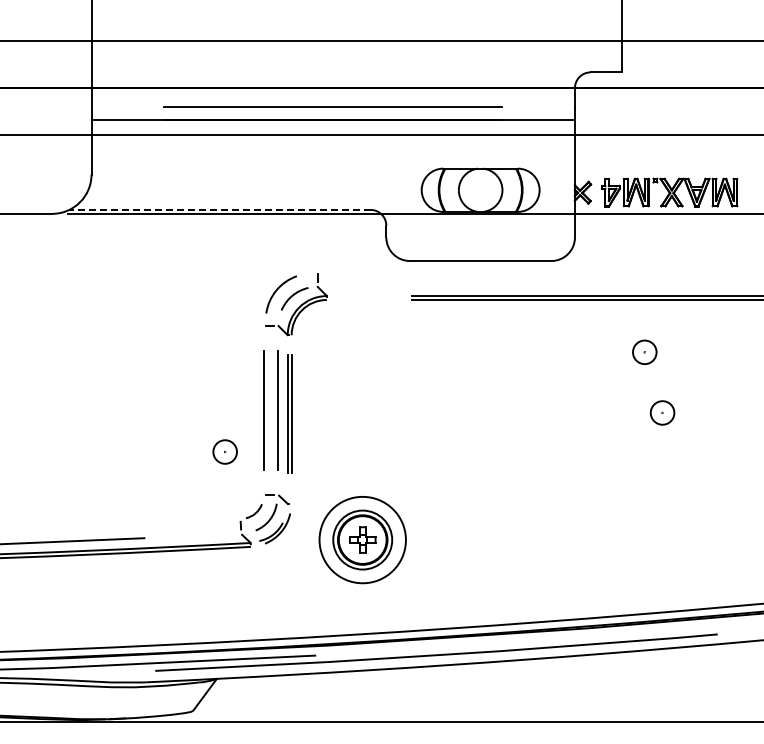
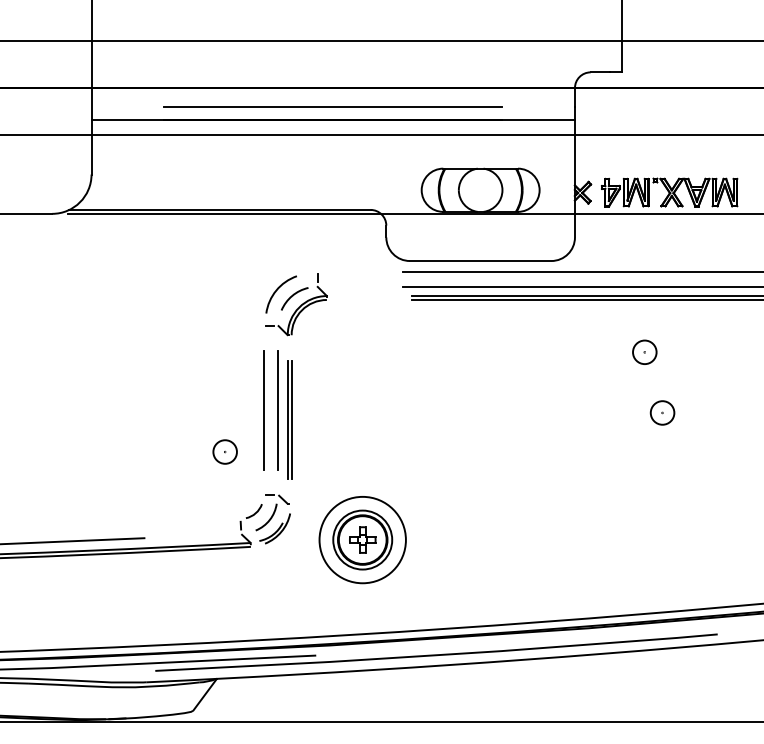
line at (219, 209): dashed -> solid
line at (581, 272): none -> present
line at (581, 286): none -> present
part at (289, 413) position: (289, 413) -> (289, 419)
